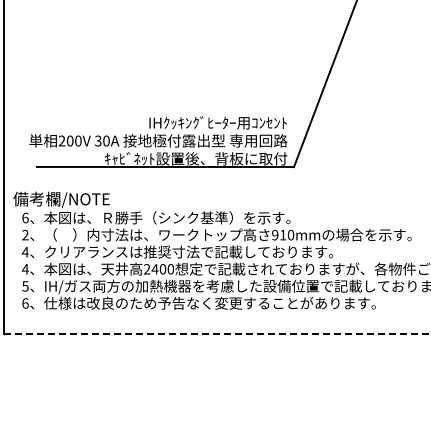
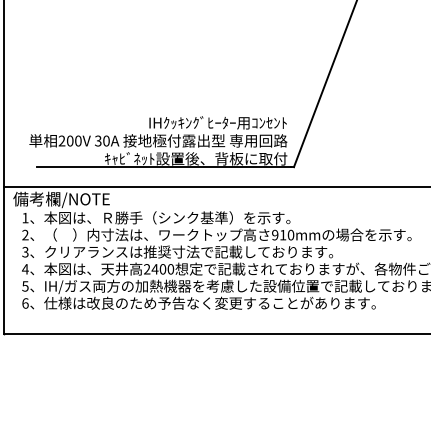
line at (215, 187): none -> present
text at (25, 217): 6 -> 1
text at (25, 251): 4 -> 3
line at (217, 333): dashed -> solid
